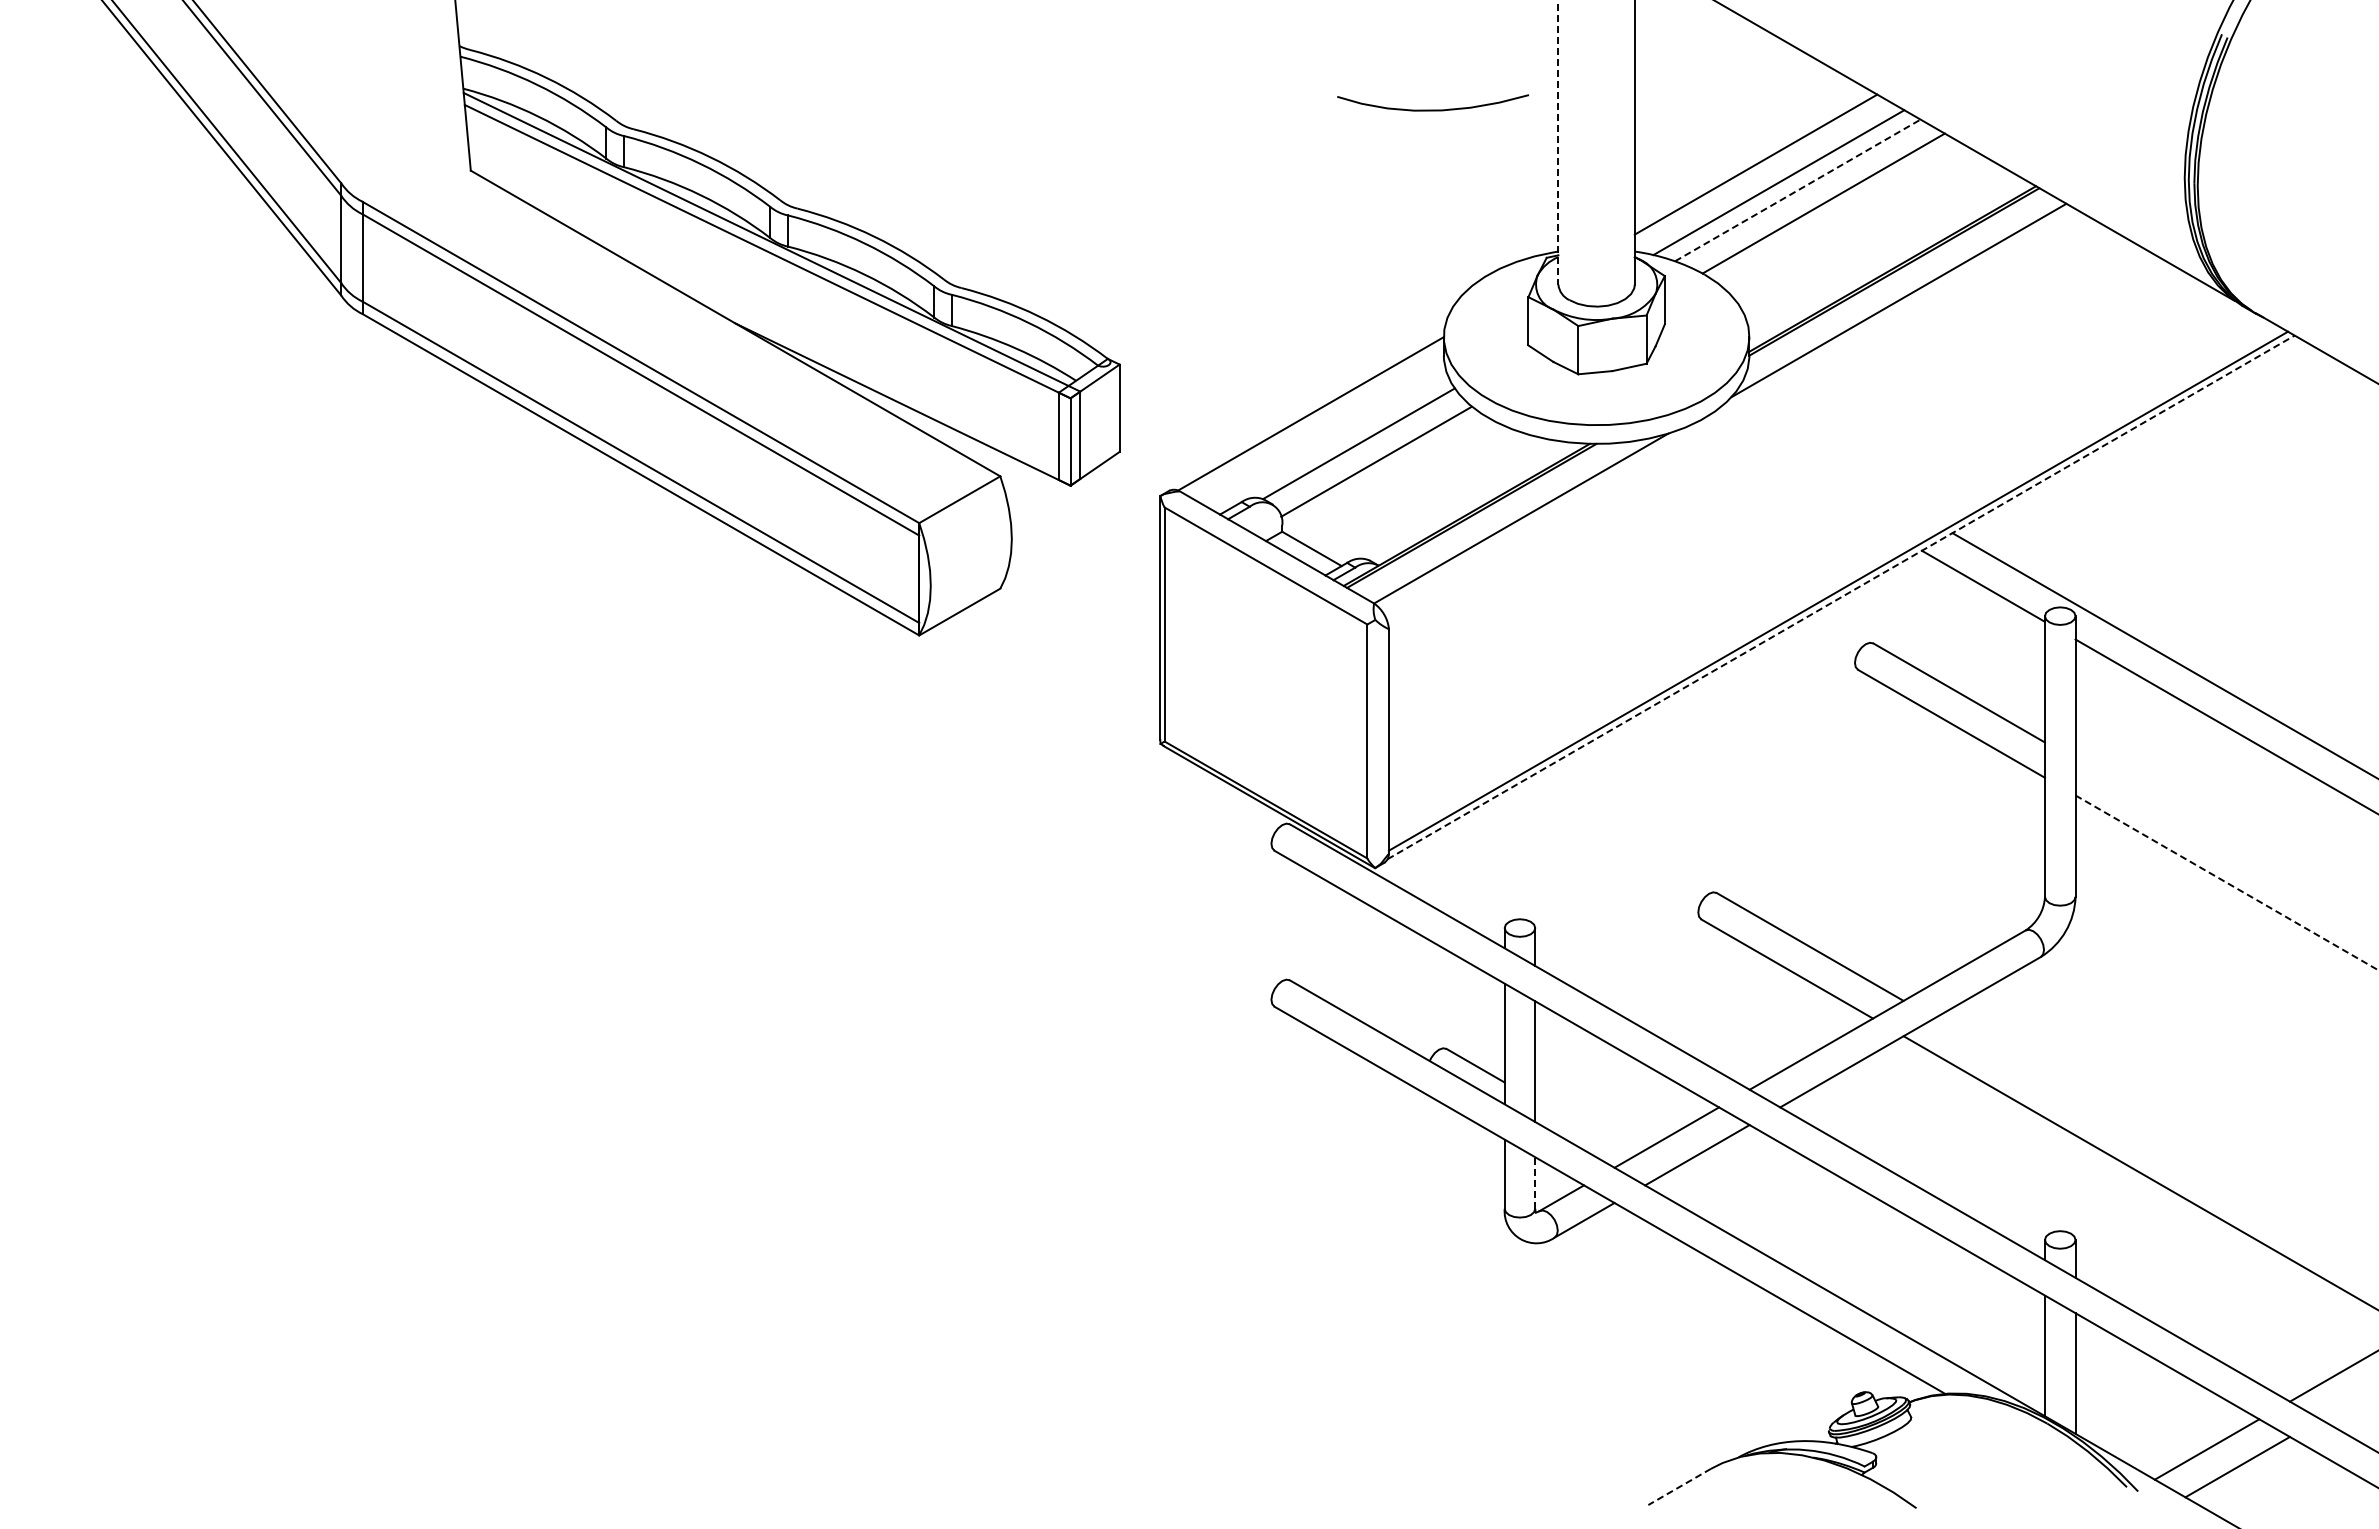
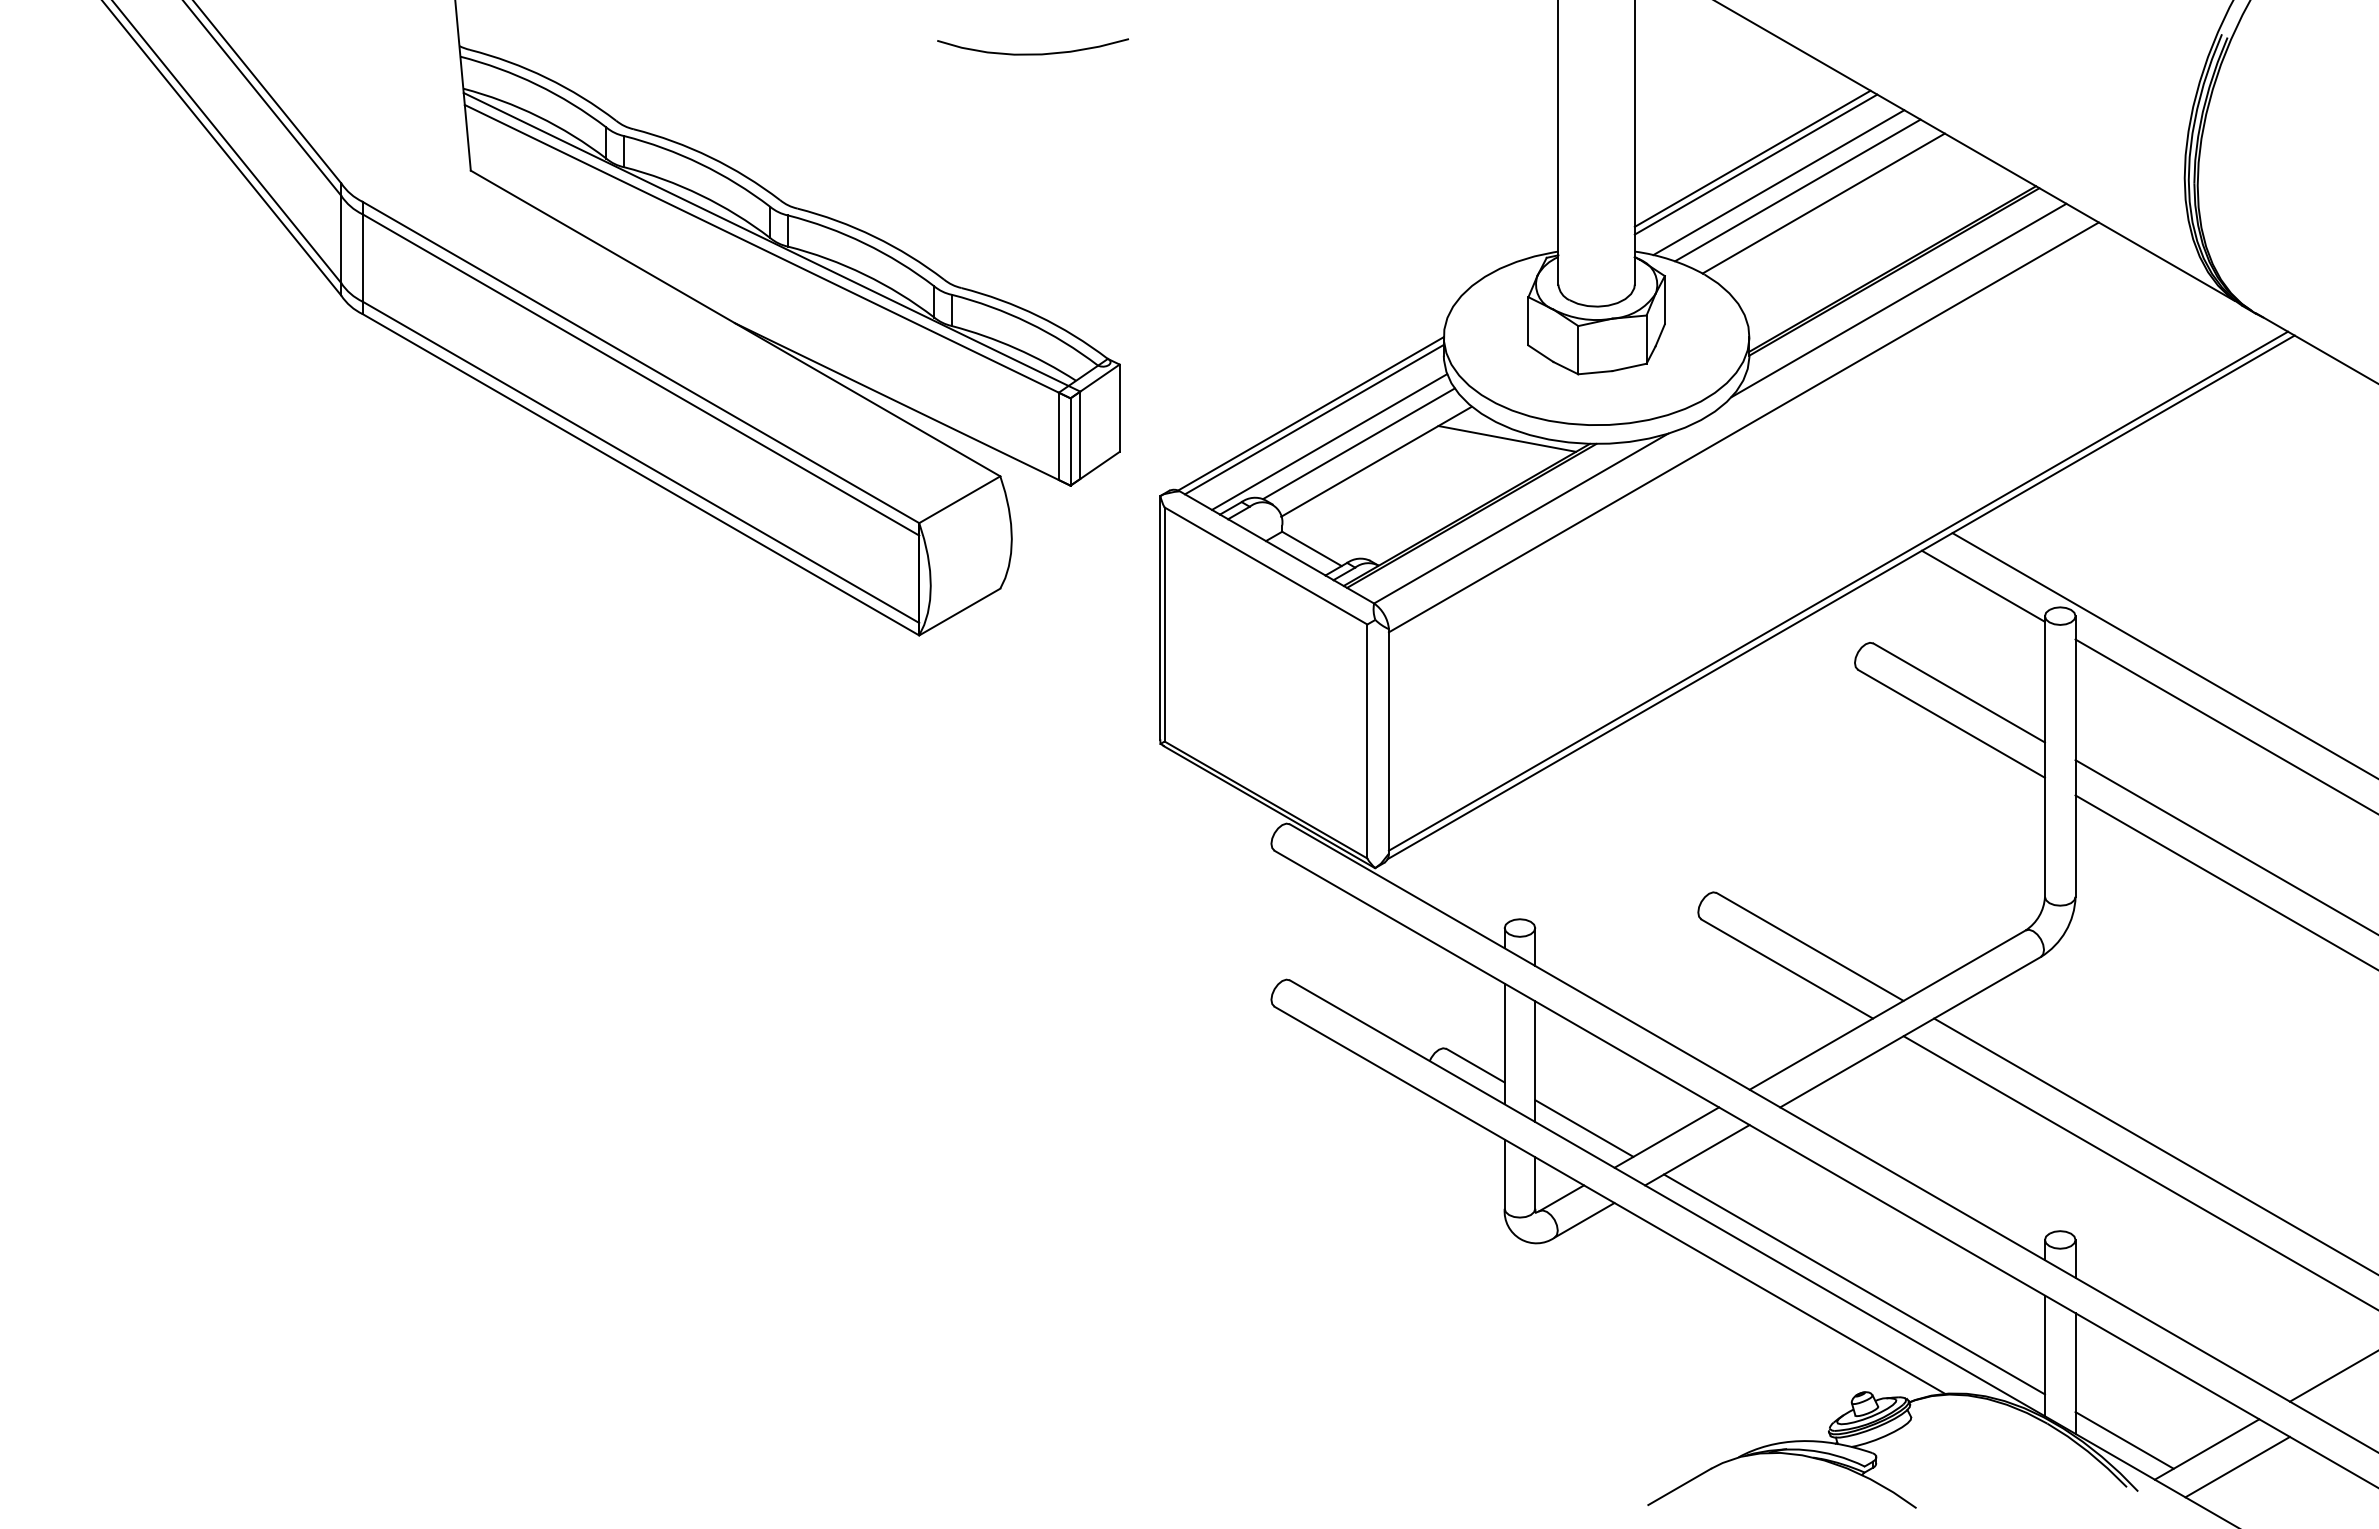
curve at (1432, 109) position: (1432, 109) -> (1032, 53)
line at (1558, 142): dashed -> solid
line at (1752, 158): none -> present
line at (1797, 190): dashed -> solid
line at (1314, 419): none -> present
line at (1743, 427): none -> present
line at (1507, 438): none -> present
line at (1329, 441): none -> present
line at (1841, 597): dashed -> solid
line at (2225, 846): none -> present
line at (2226, 882): dashed -> solid
line at (1584, 1128): none -> present
line at (2154, 1145): none -> present
line at (1535, 1183): dashed -> solid
line at (1854, 1284): none -> present
line at (2124, 1440): none -> present
line at (1679, 1487): dashed -> solid
